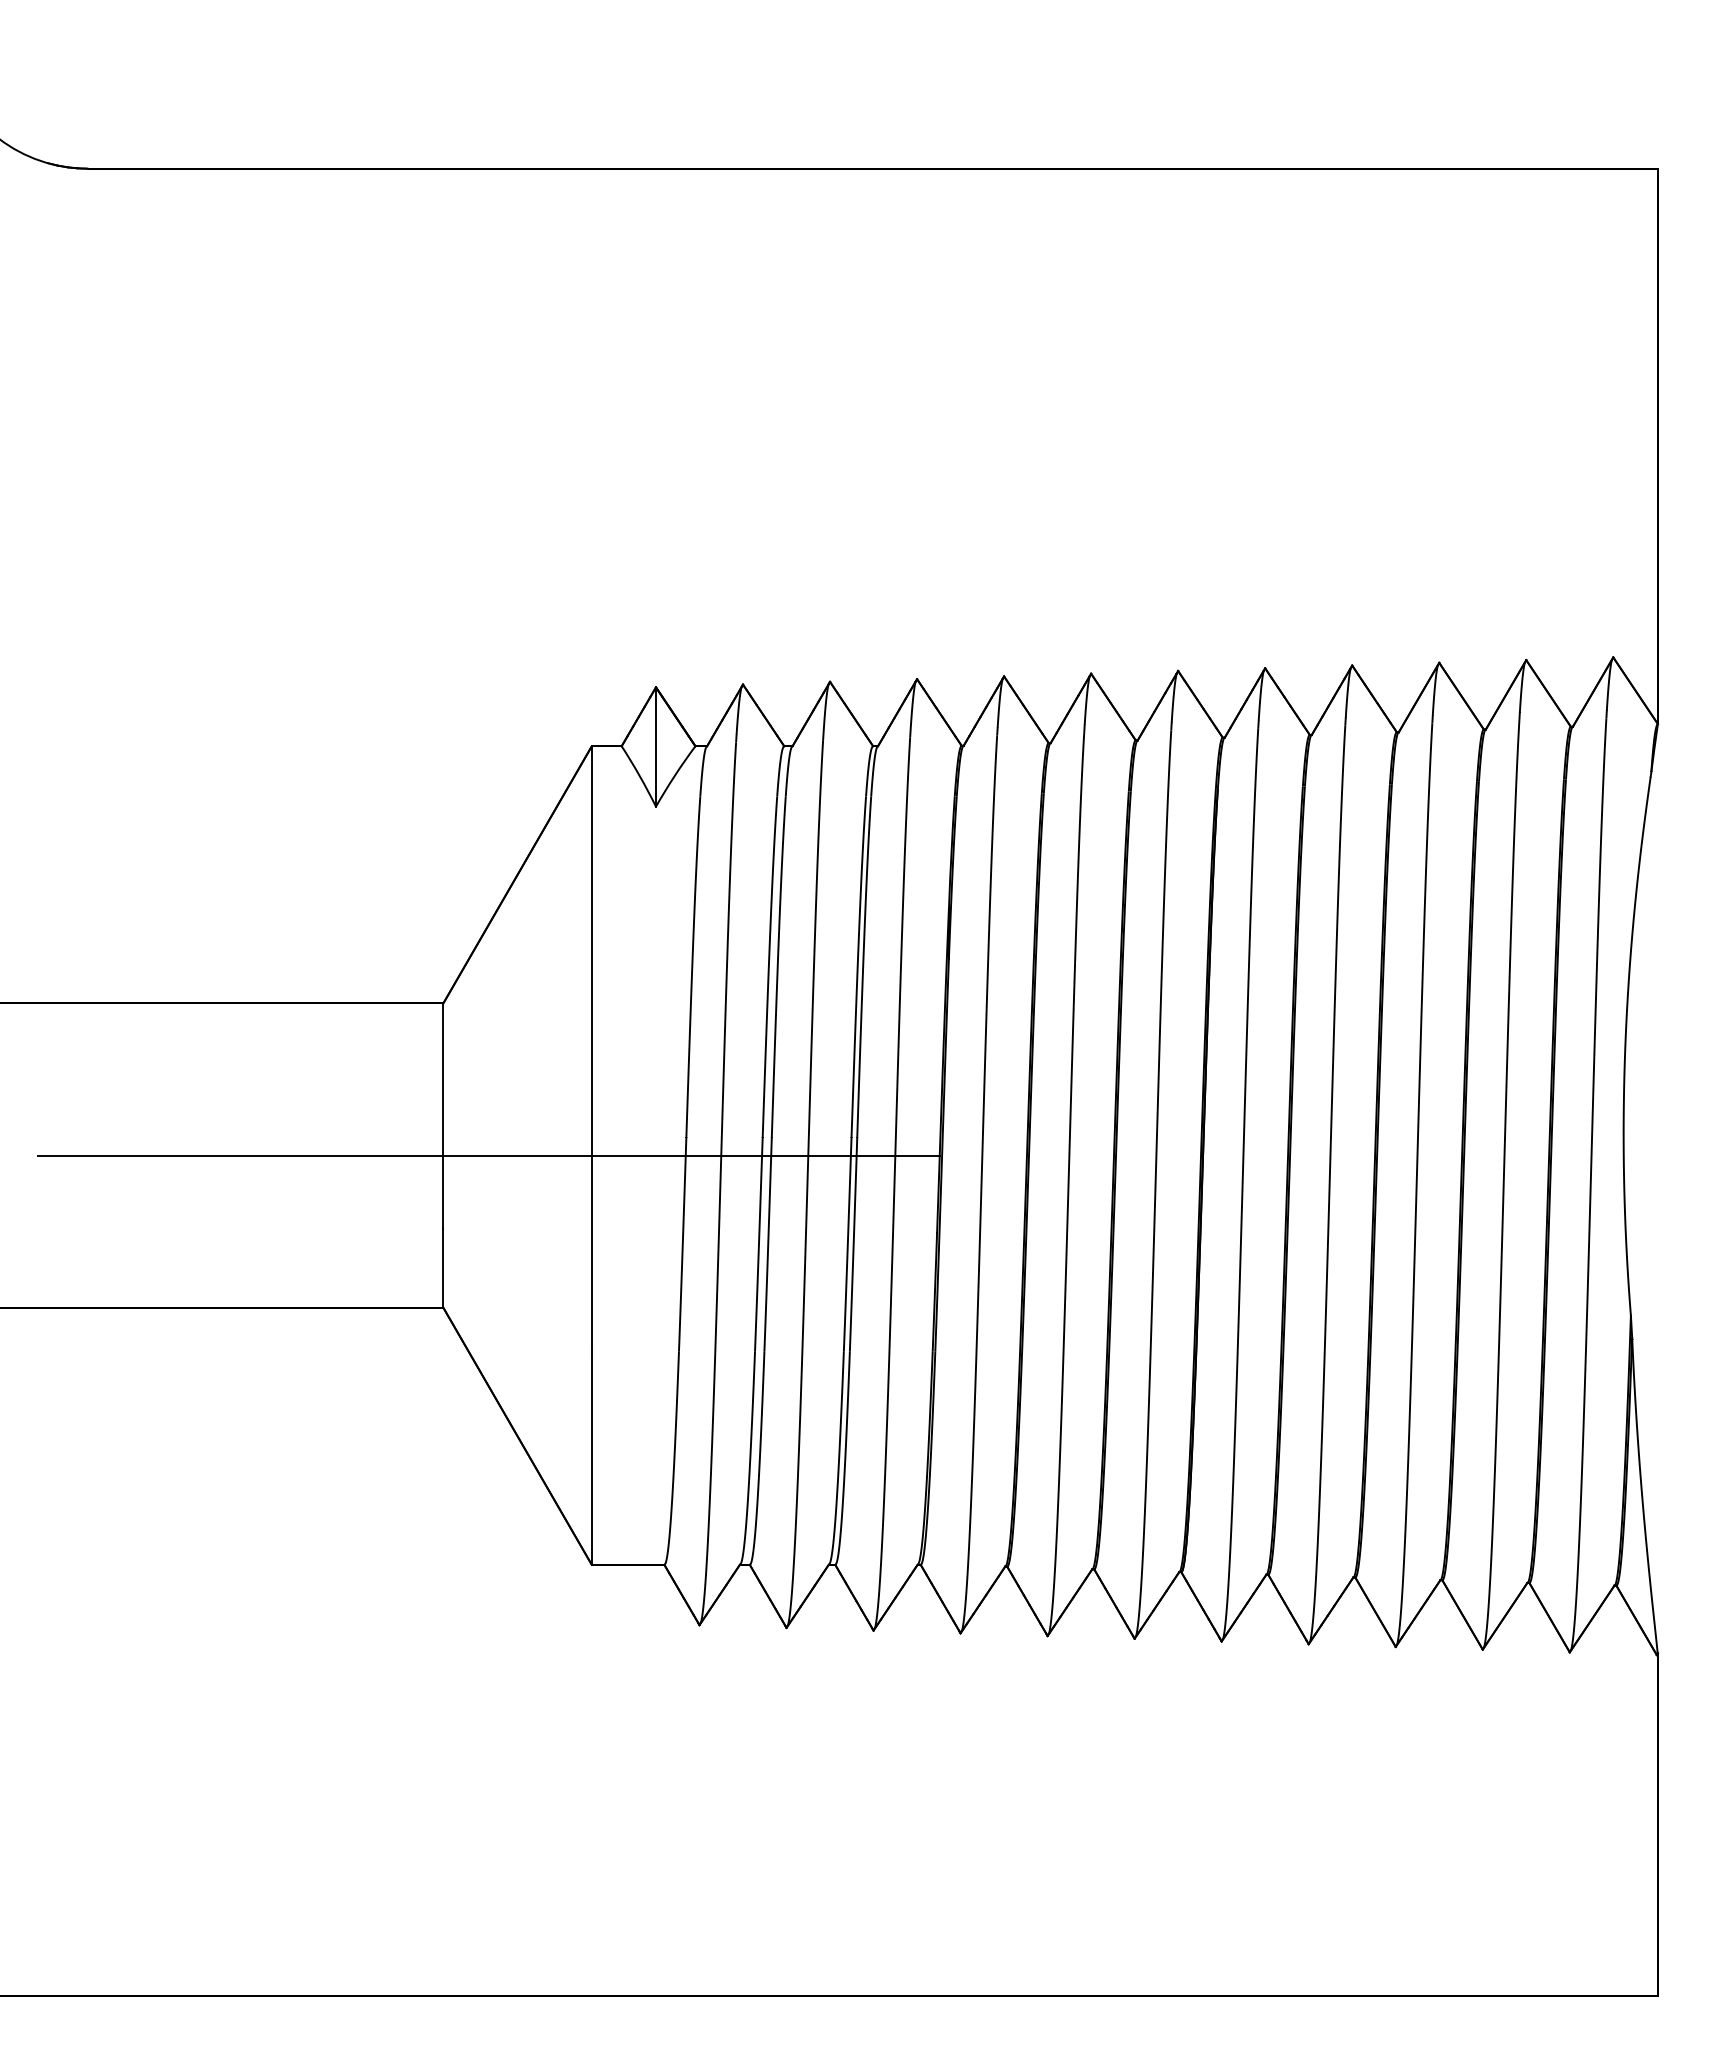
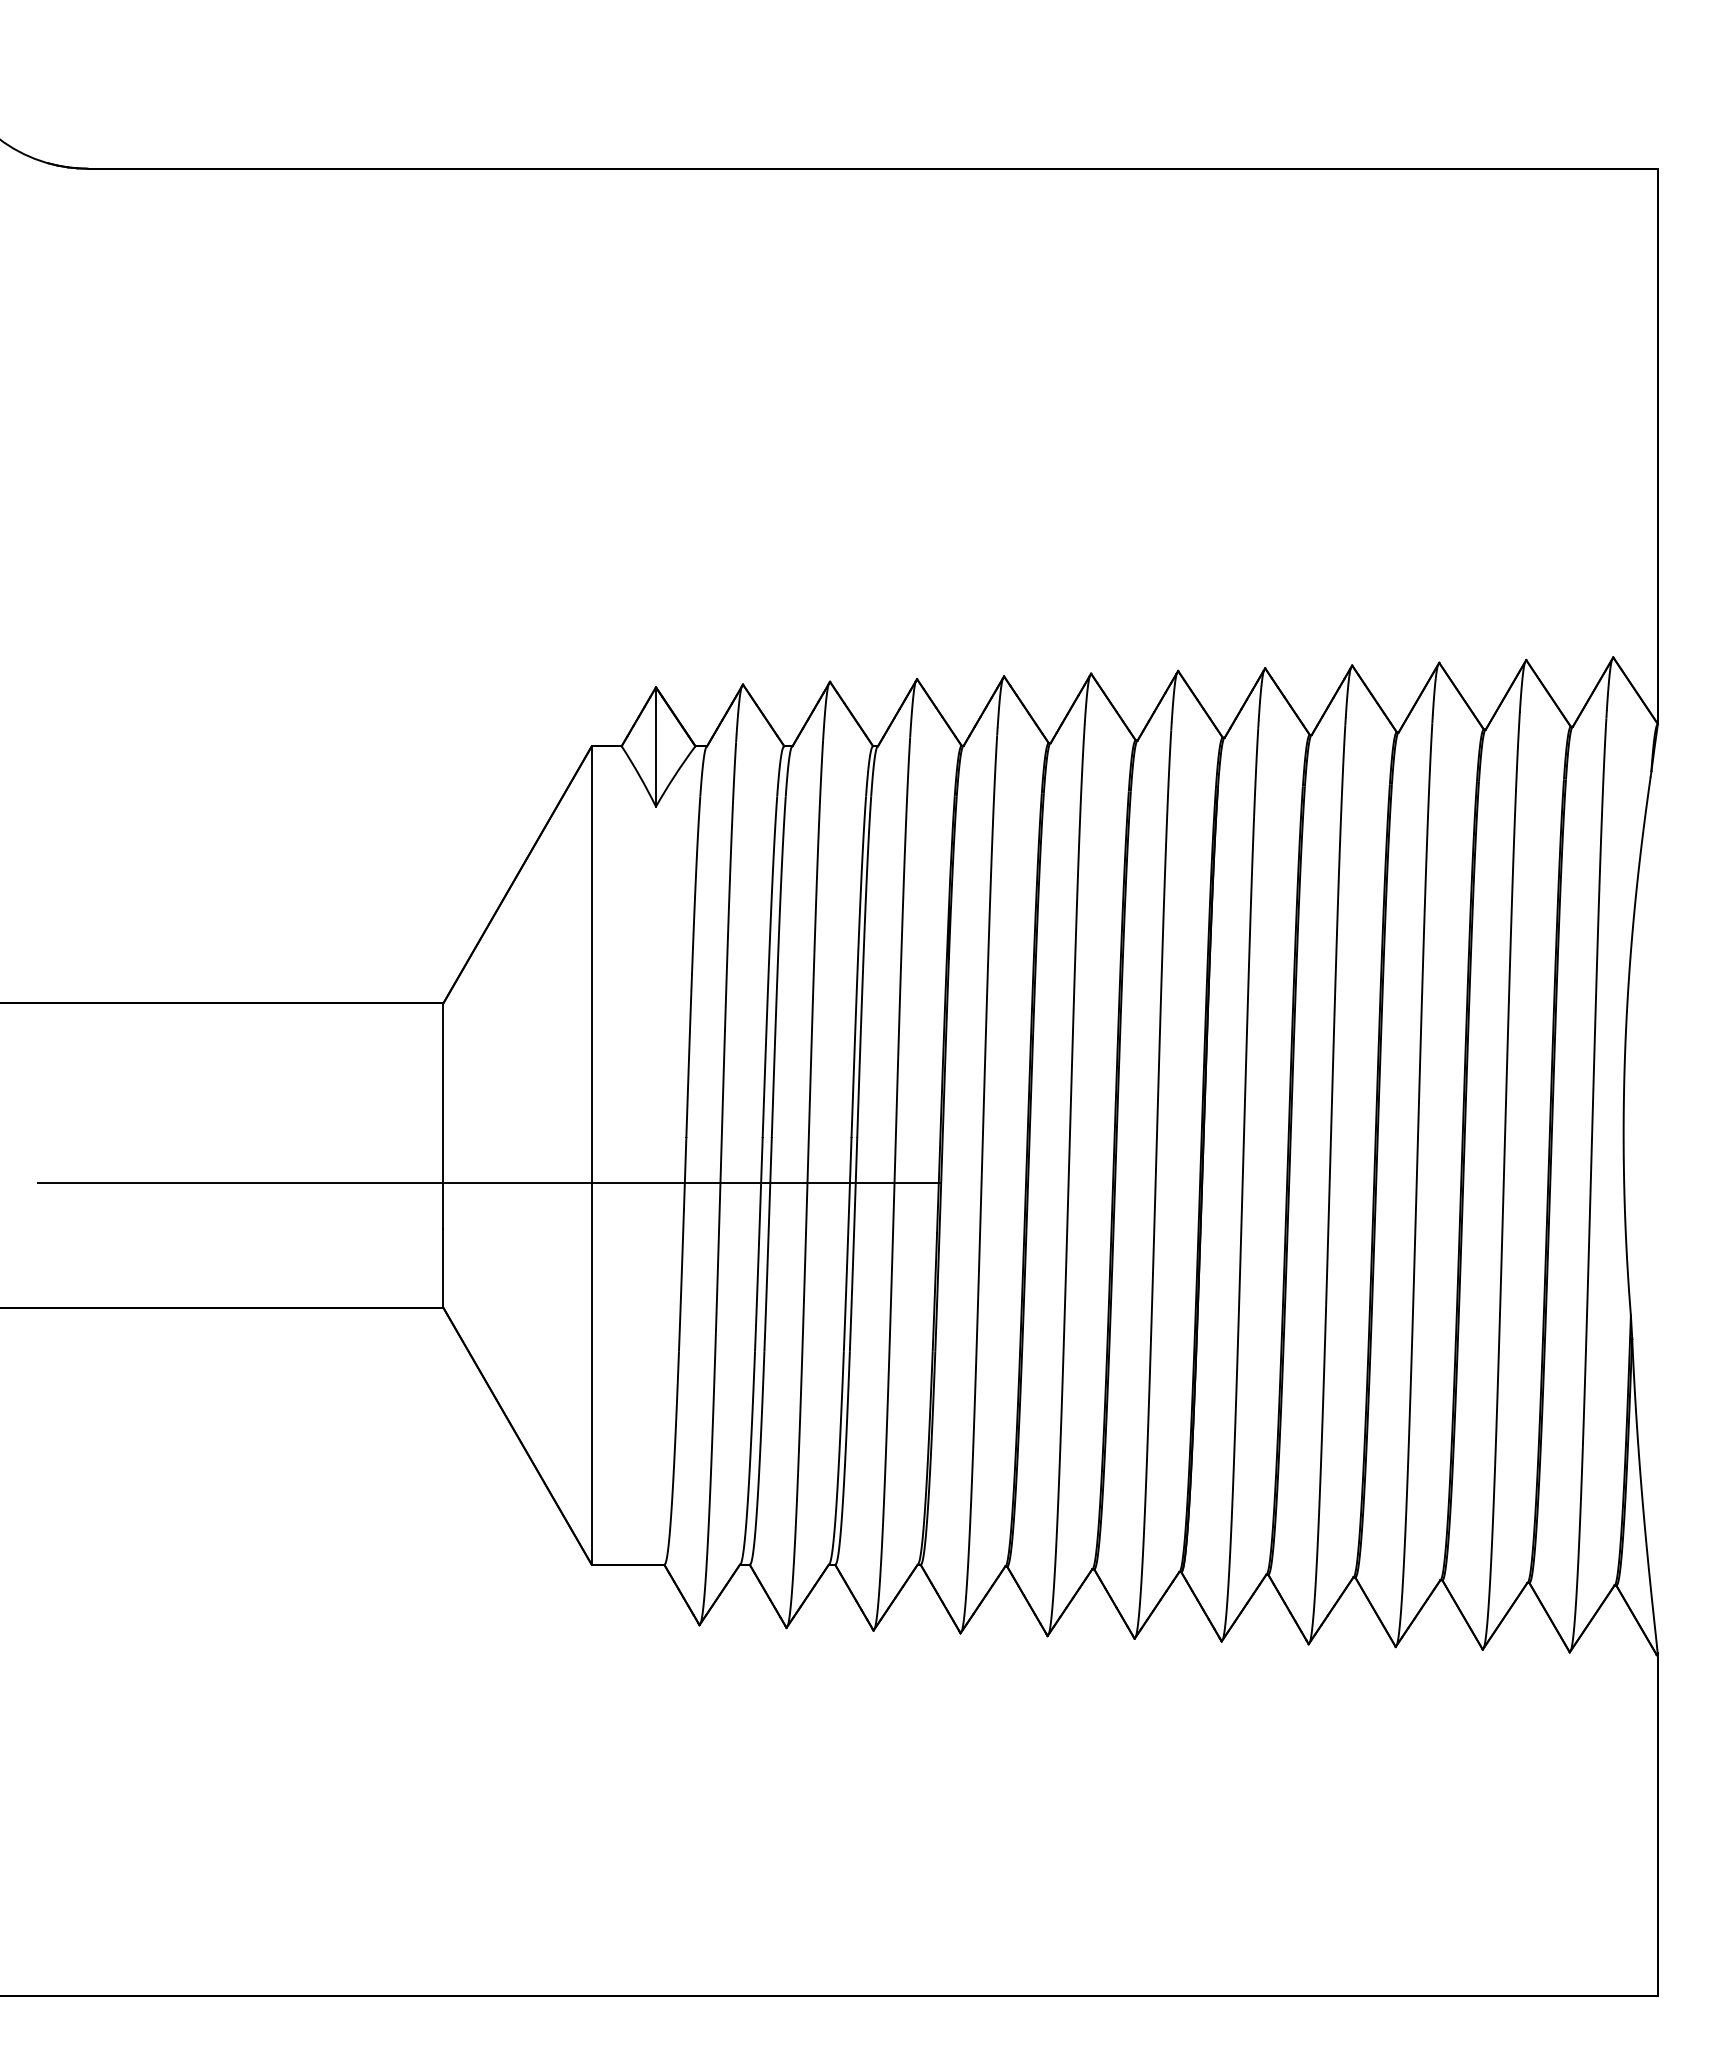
line at (471, 1155) position: (471, 1155) -> (471, 1182)
